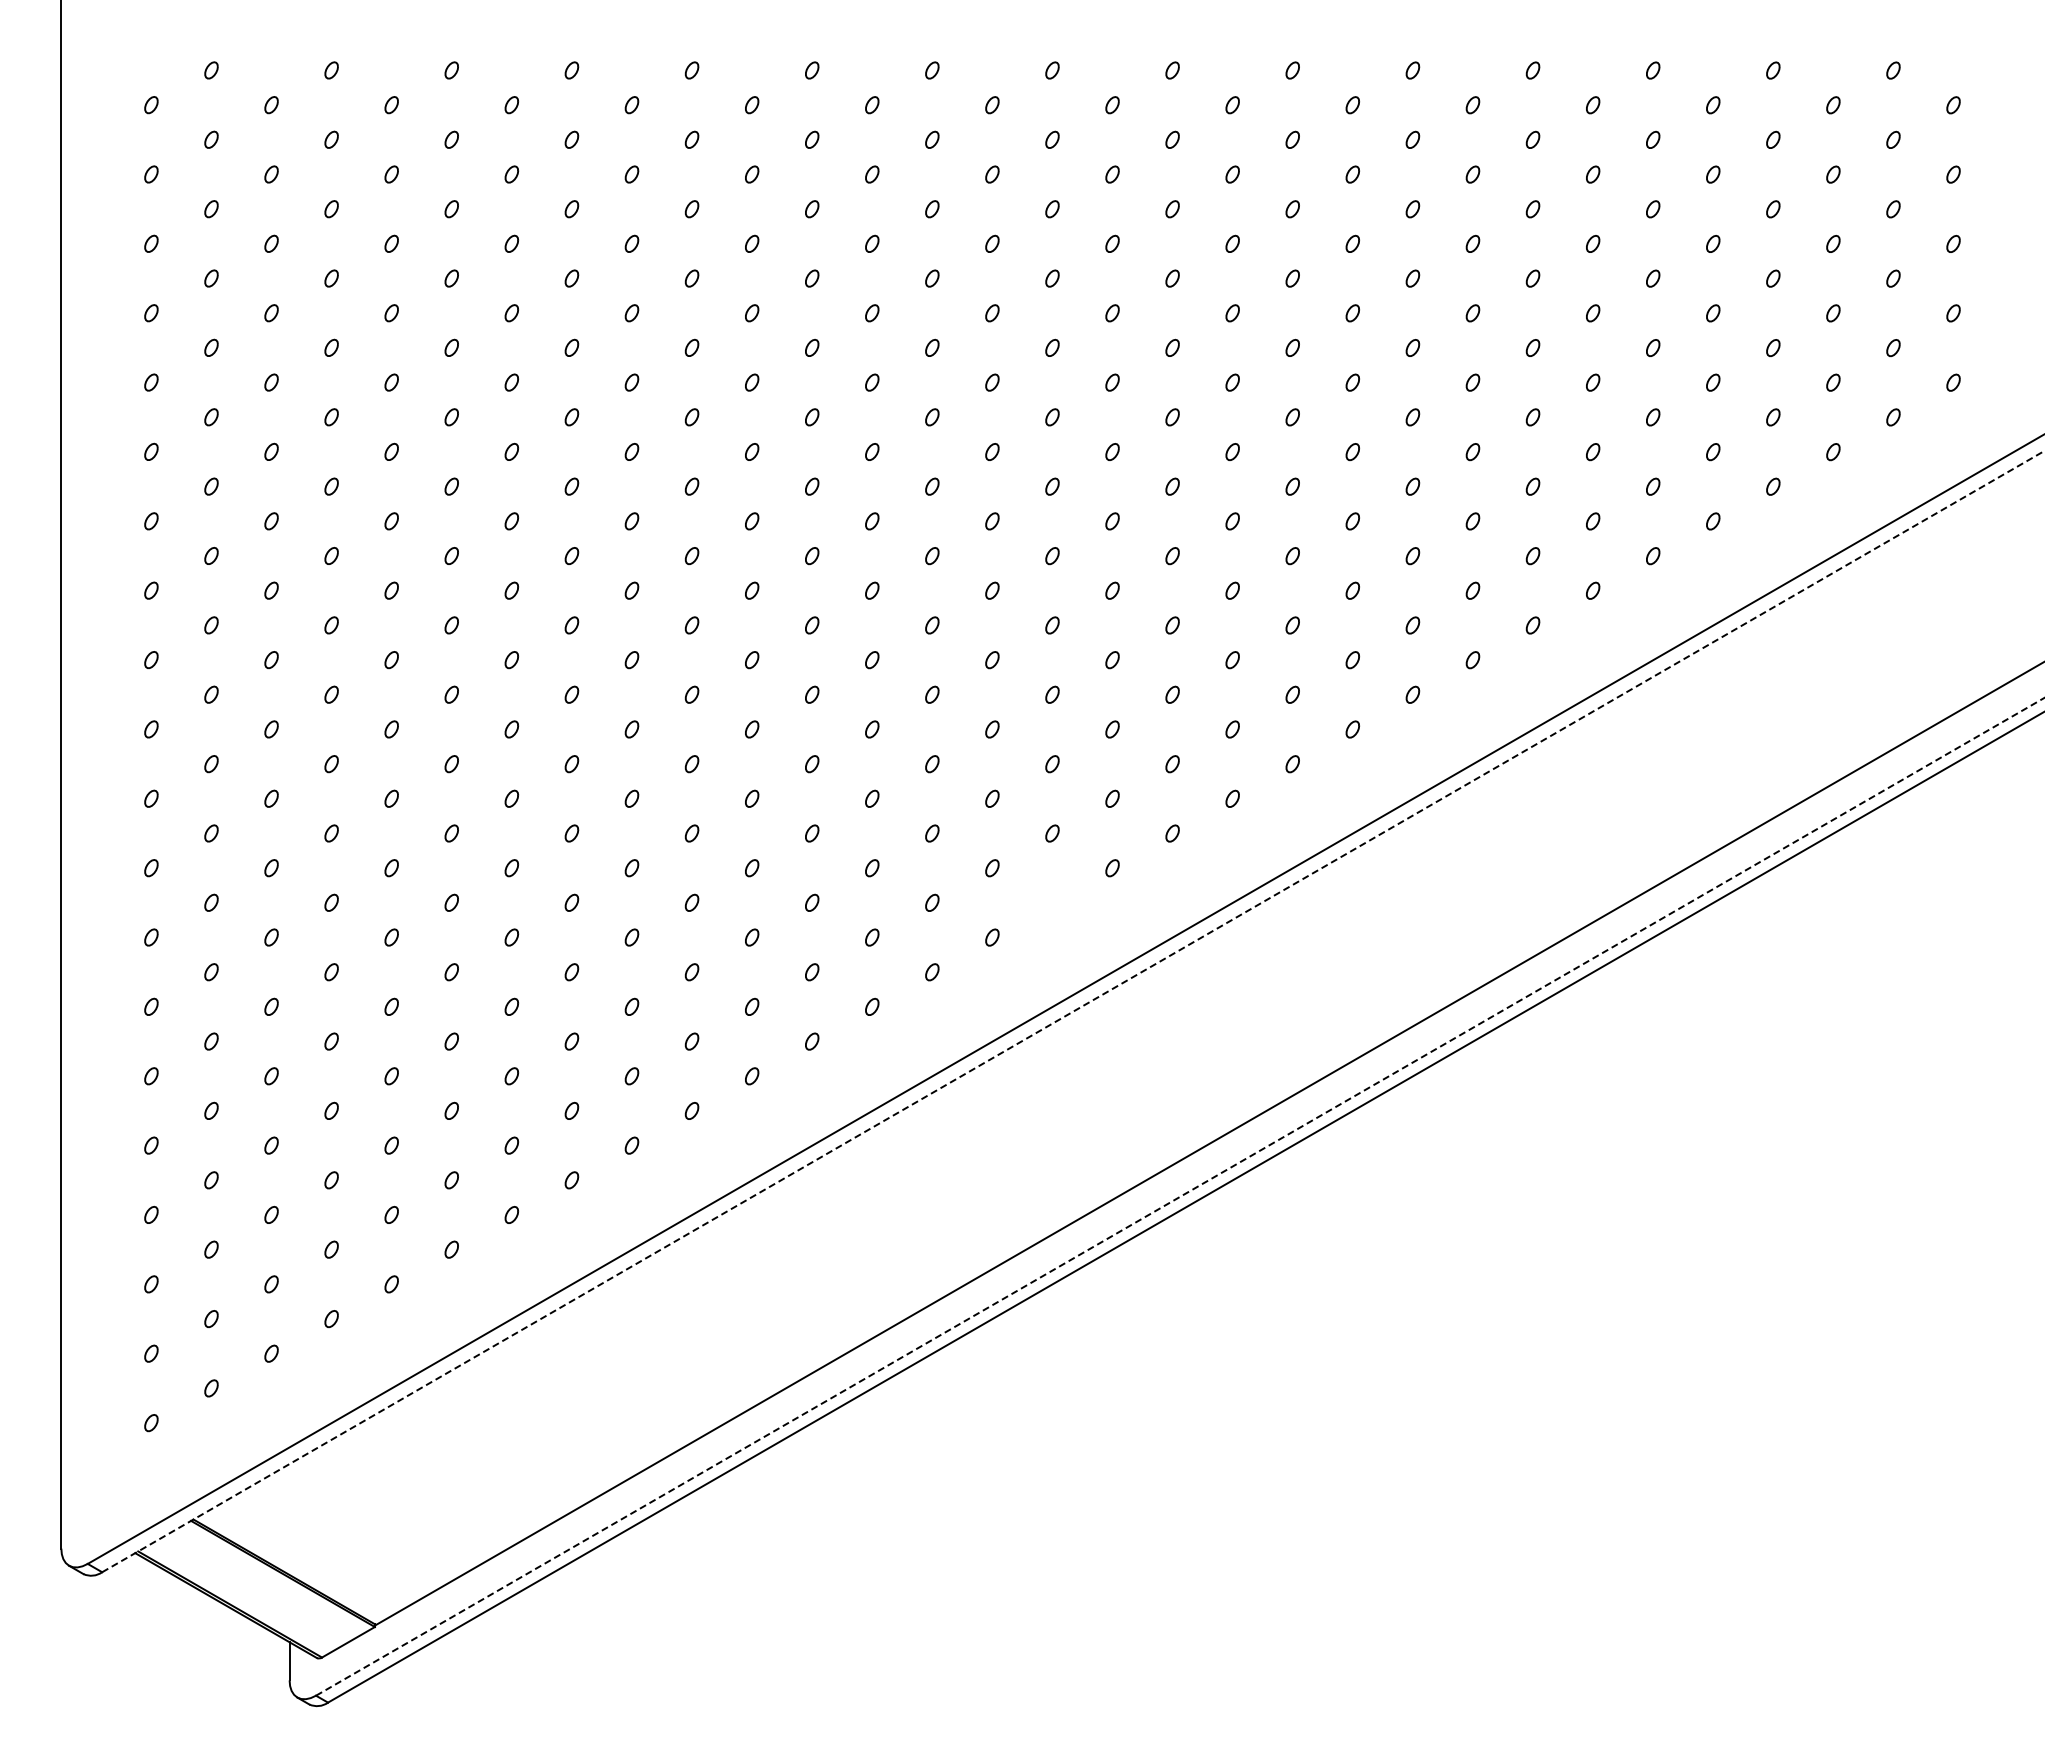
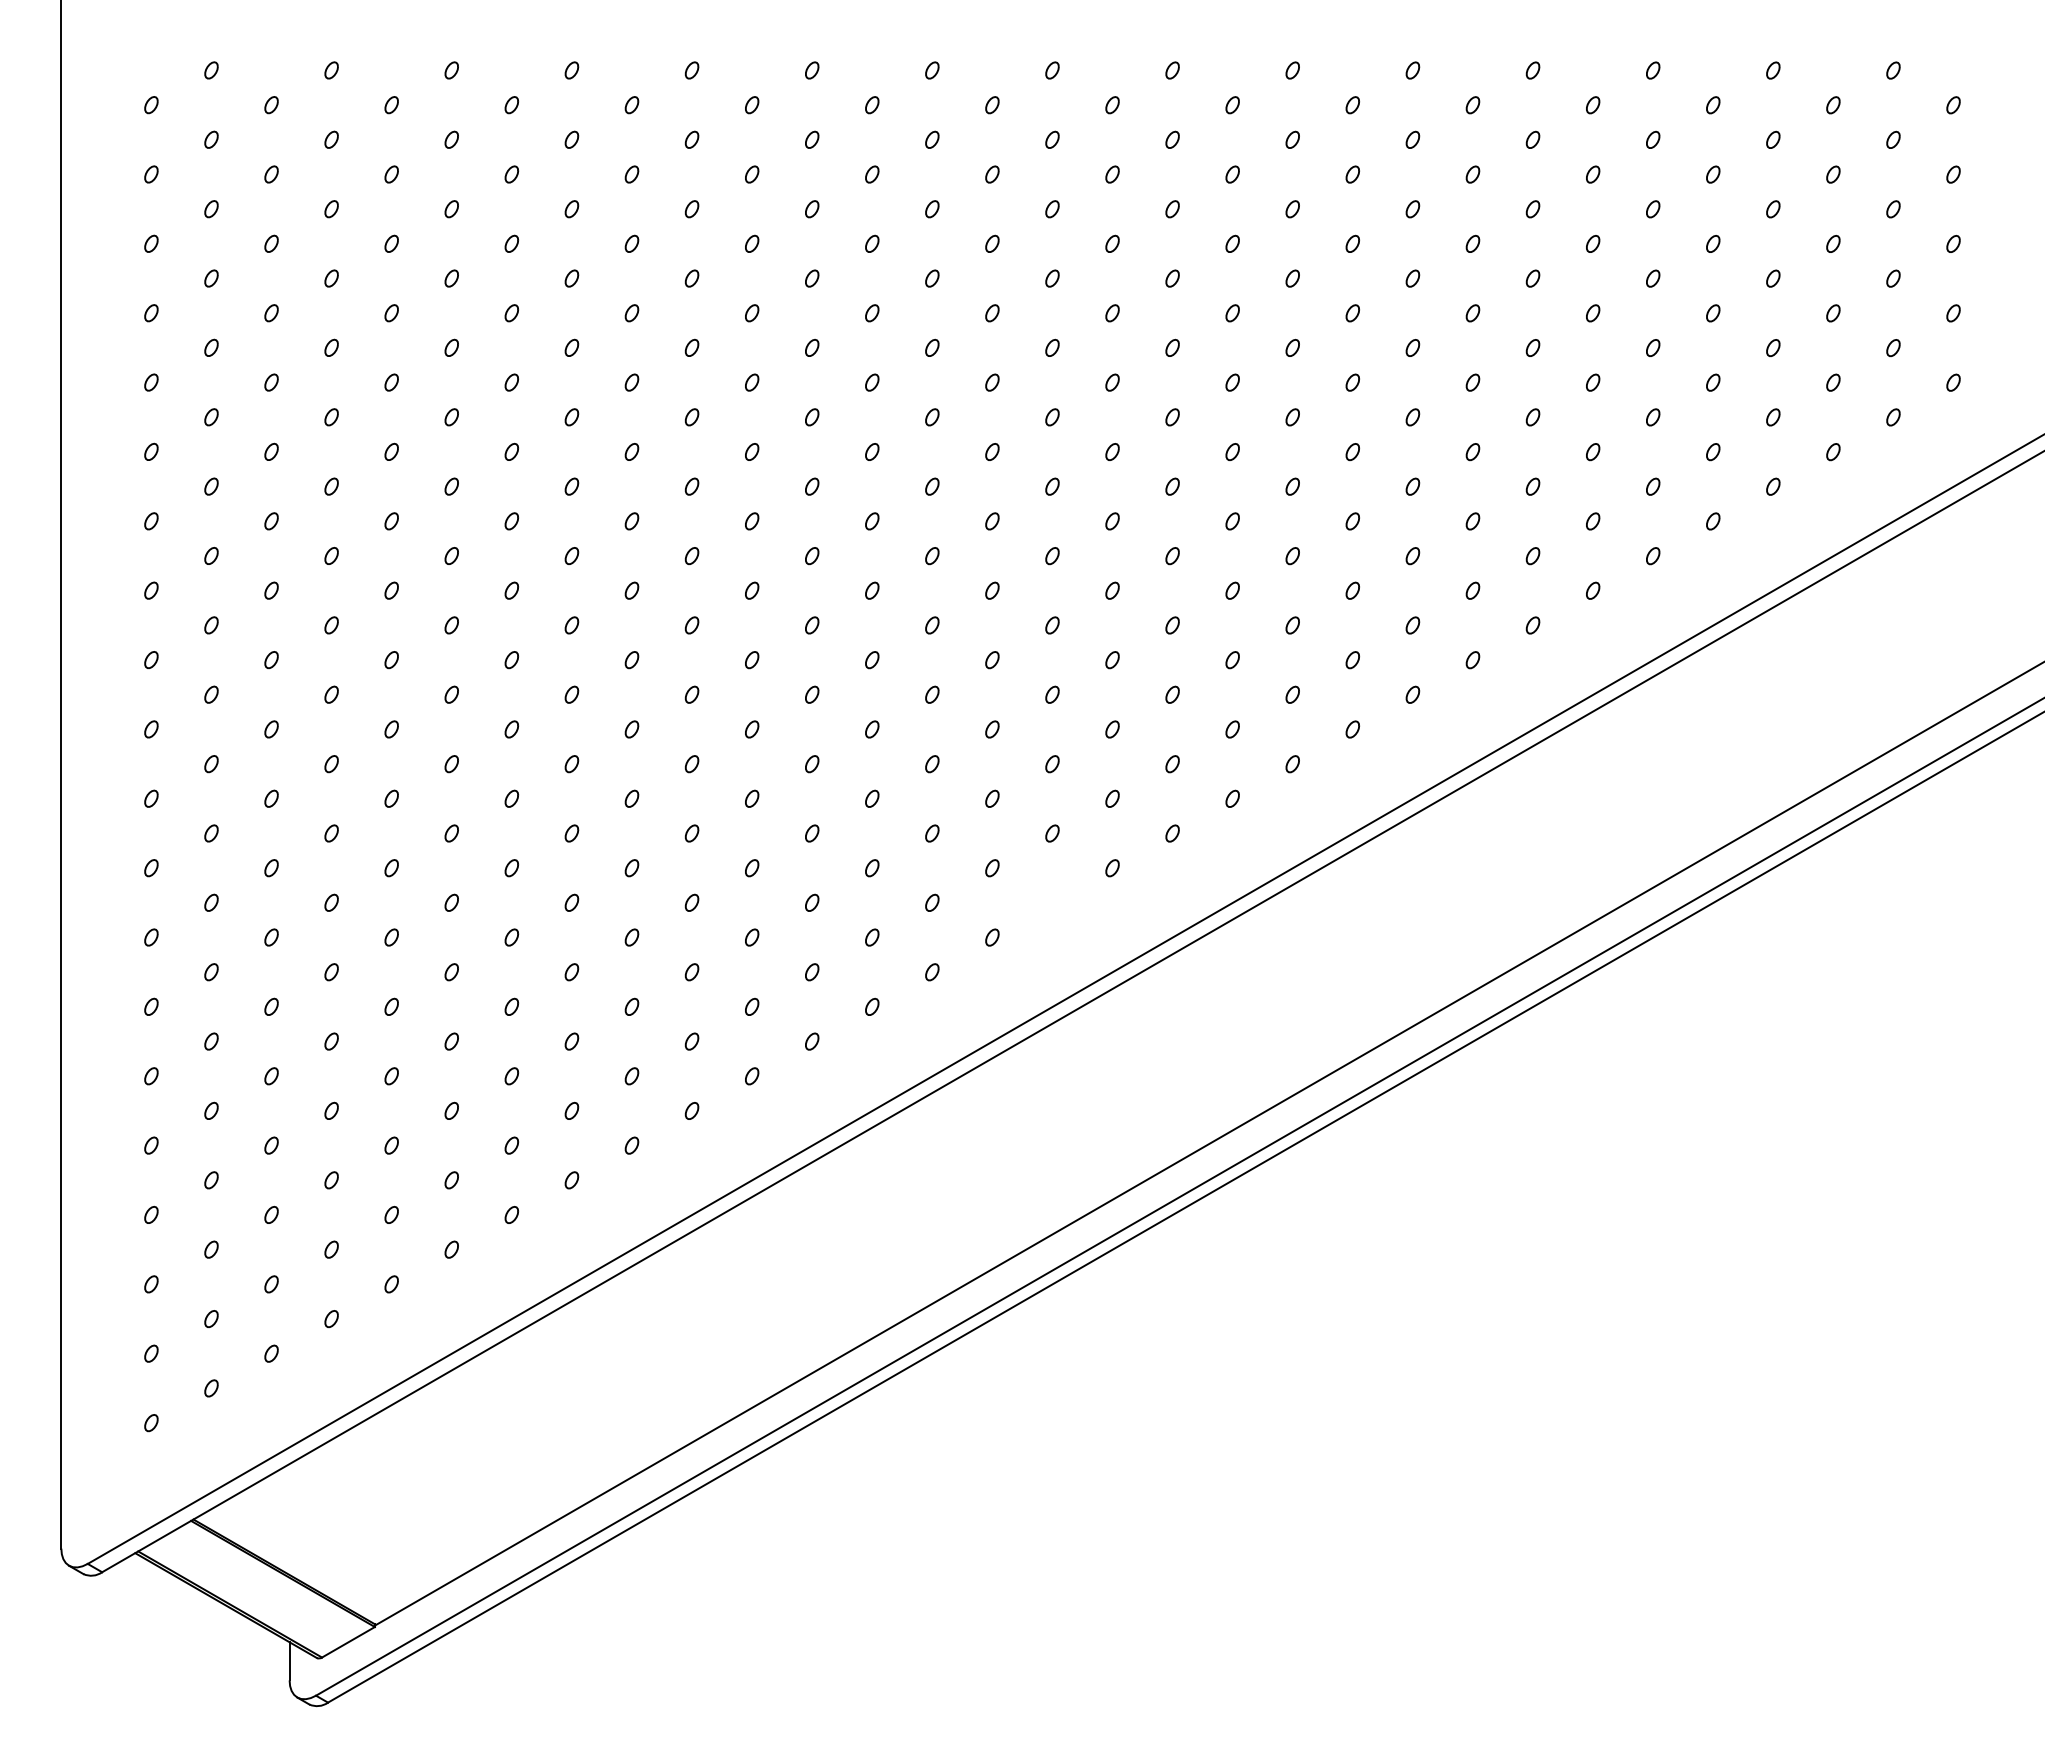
line at (1073, 1011): dashed -> solid
line at (1180, 1196): dashed -> solid
